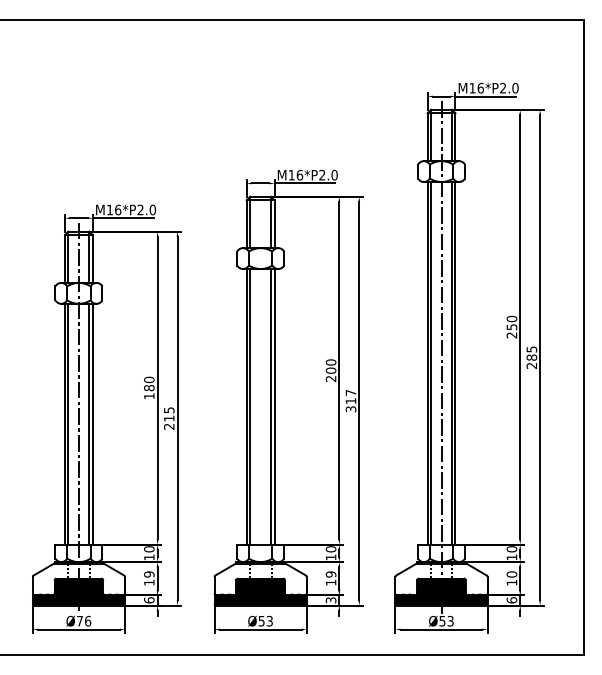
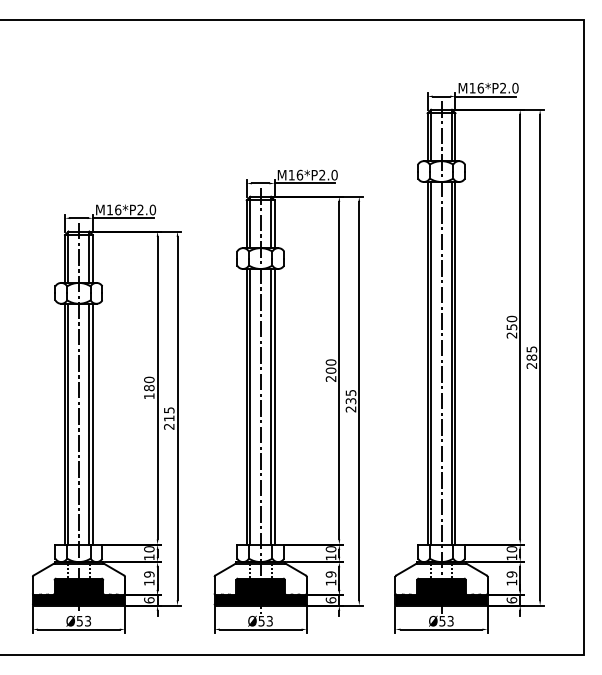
line at (260, 401): none -> present
text at (350, 401): 317 -> 235
text at (512, 574): 10 -> 19
text at (330, 600): 3 -> 6
text at (83, 620): Ø76 -> Ø53
